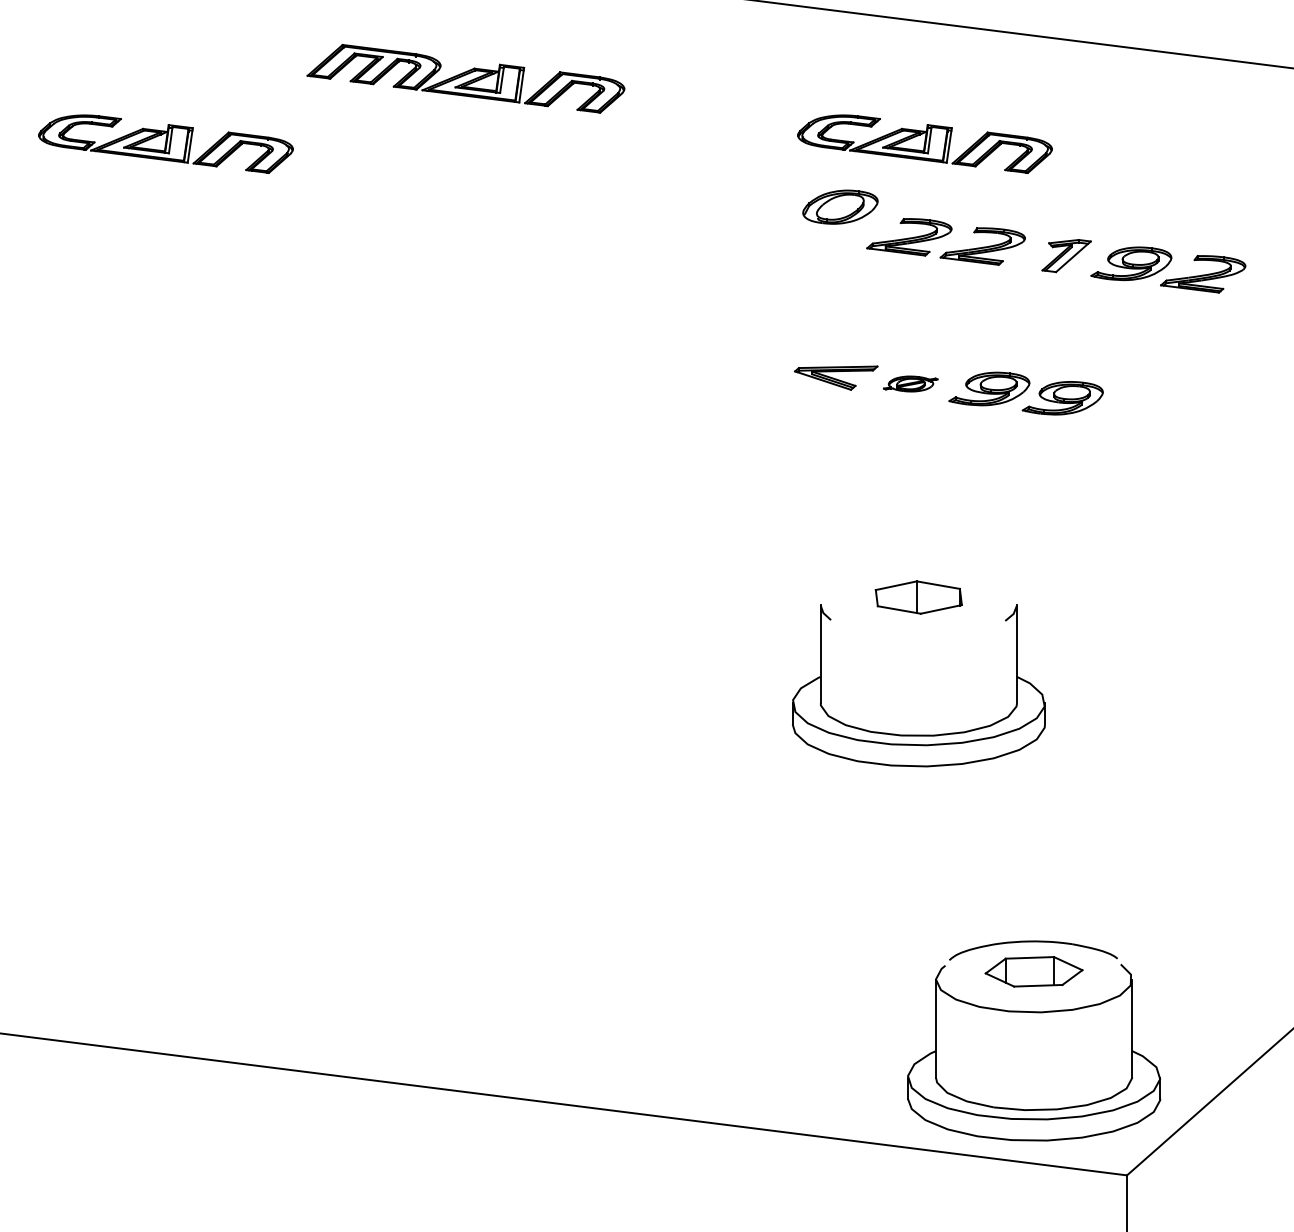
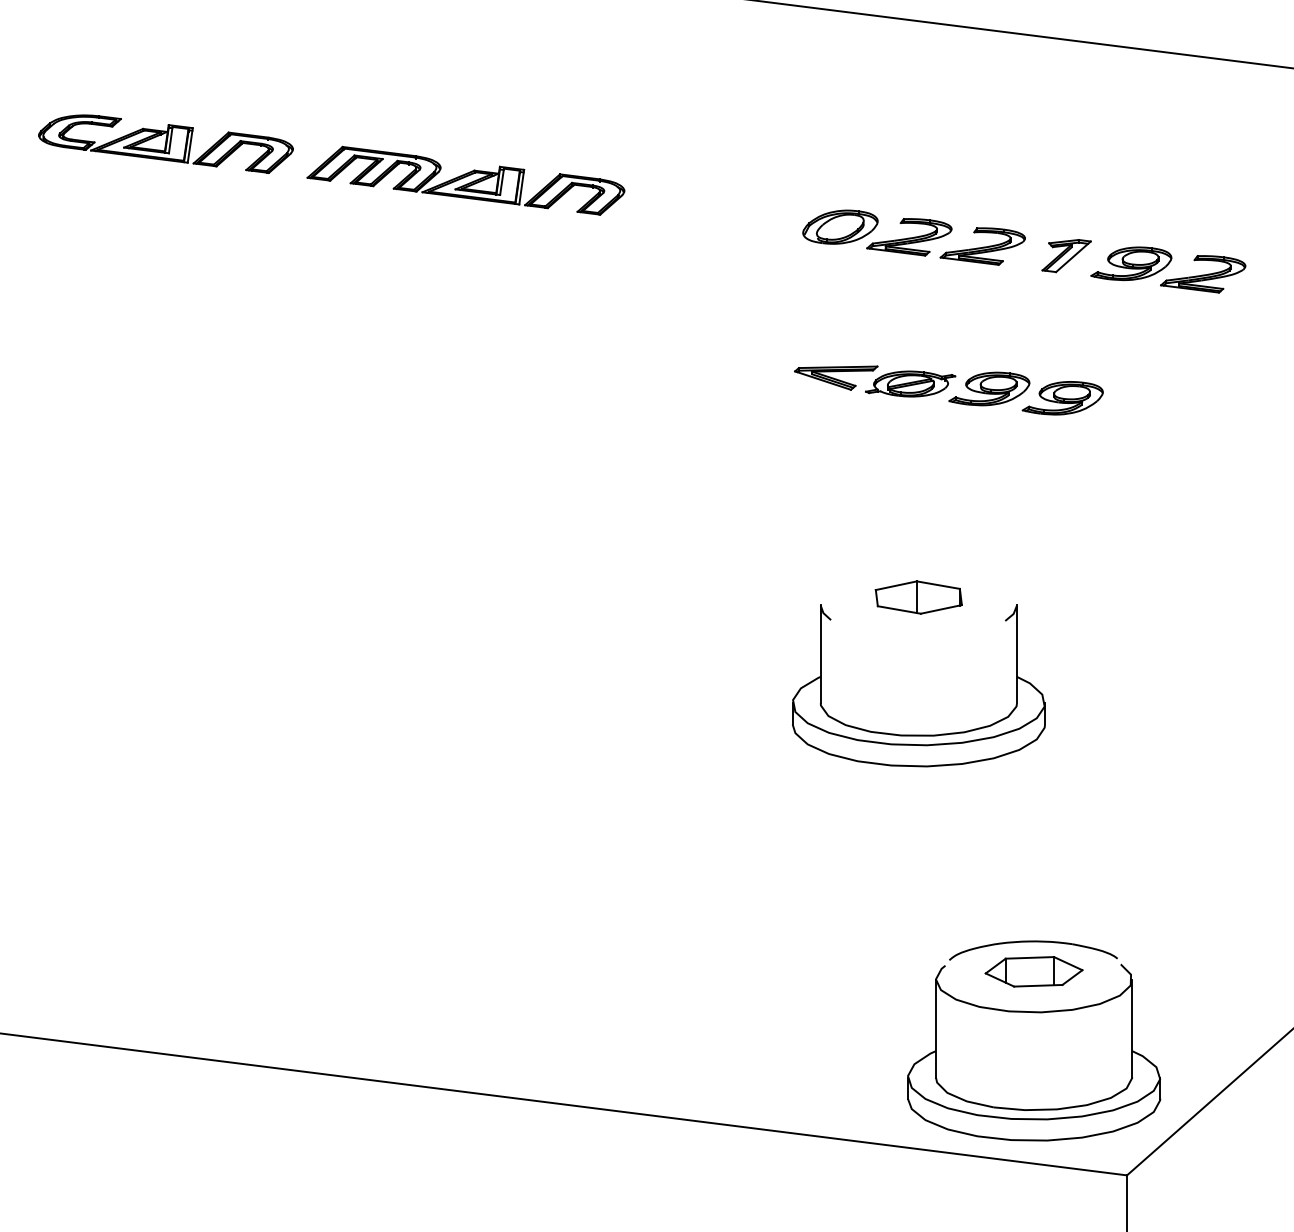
part at (465, 78) position: (465, 78) -> (465, 180)
part at (924, 143): present -> none
part at (840, 206) position: (840, 206) -> (840, 226)
part at (910, 383) size: 56x18 px -> 92x28 px
